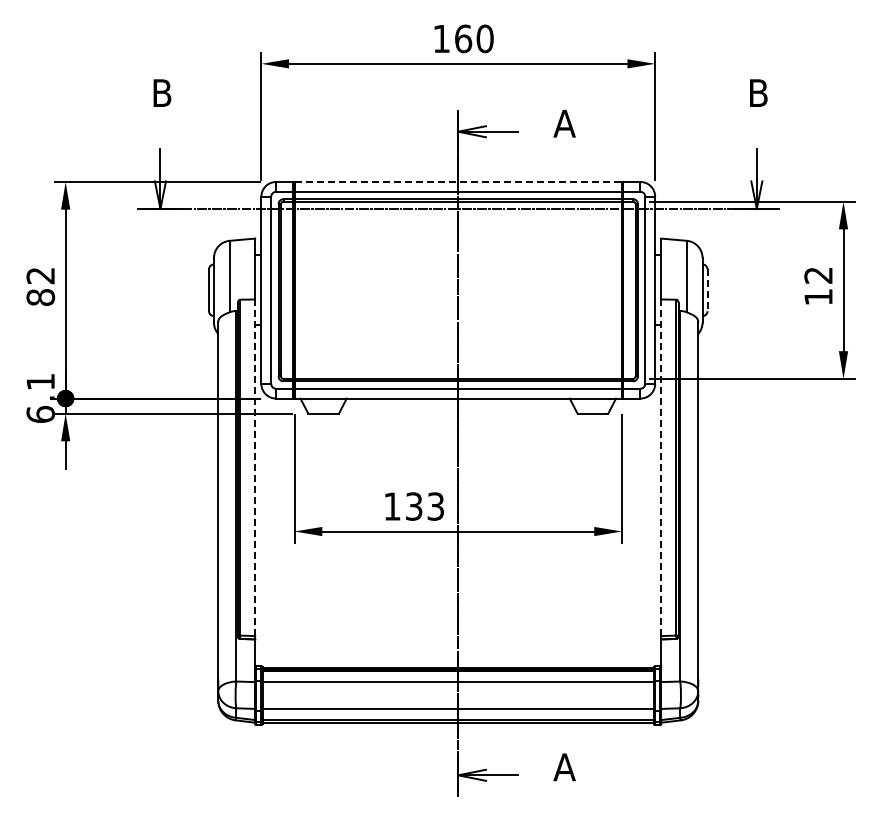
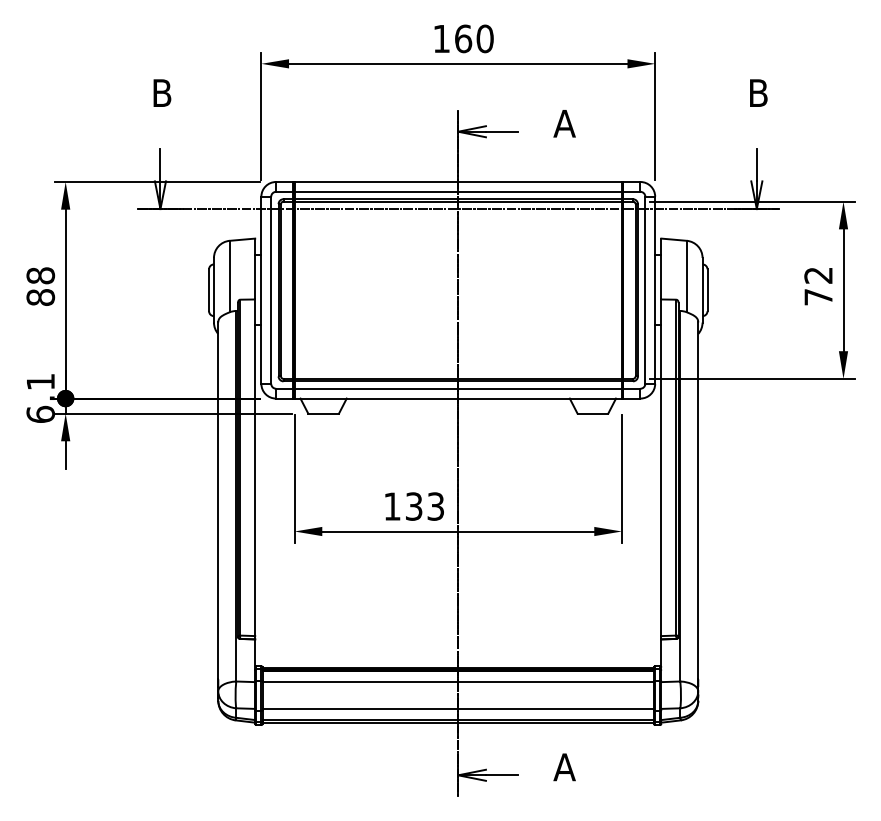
line at (458, 181): dashed -> solid
text at (40, 275): 82 -> 88
line at (707, 290): dashed -> solid
text at (818, 297): 12 -> 72
line at (255, 467): dashed -> solid
line at (661, 468): dashed -> solid
